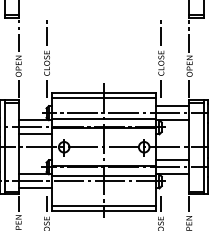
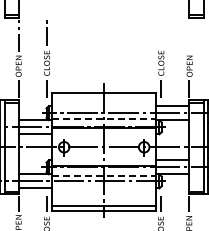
line at (161, 32): present -> none
line at (189, 36): present -> none
line at (103, 97): present -> none
line at (104, 119): solid -> dashed
line at (104, 175): solid -> dashed
